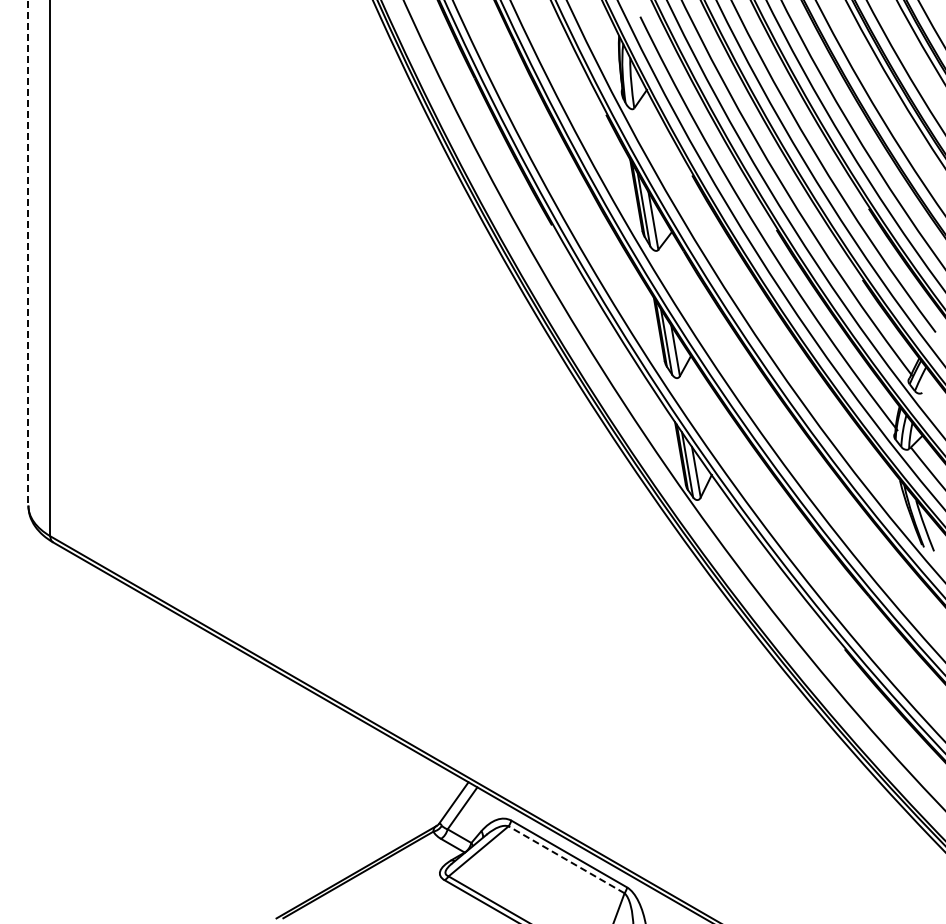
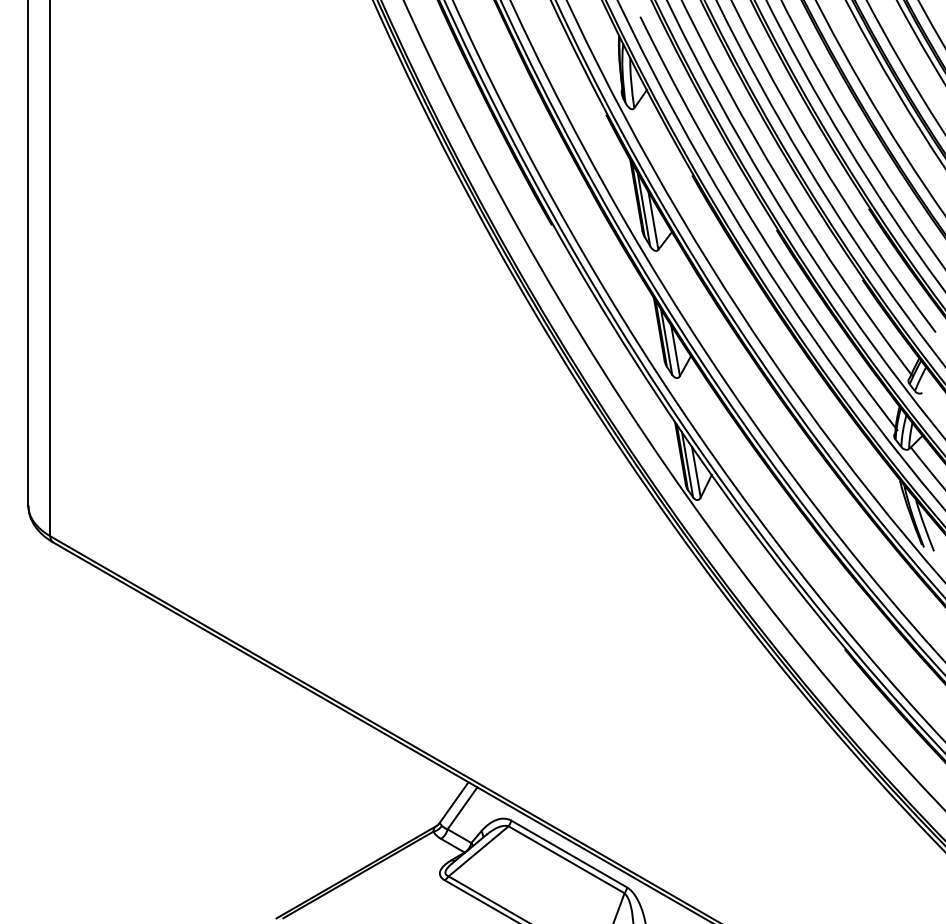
line at (28, 253): dashed -> solid
line at (566, 859): dashed -> solid
